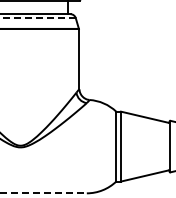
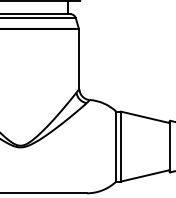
line at (38, 18): dashed -> solid
line at (43, 193): dashed -> solid
